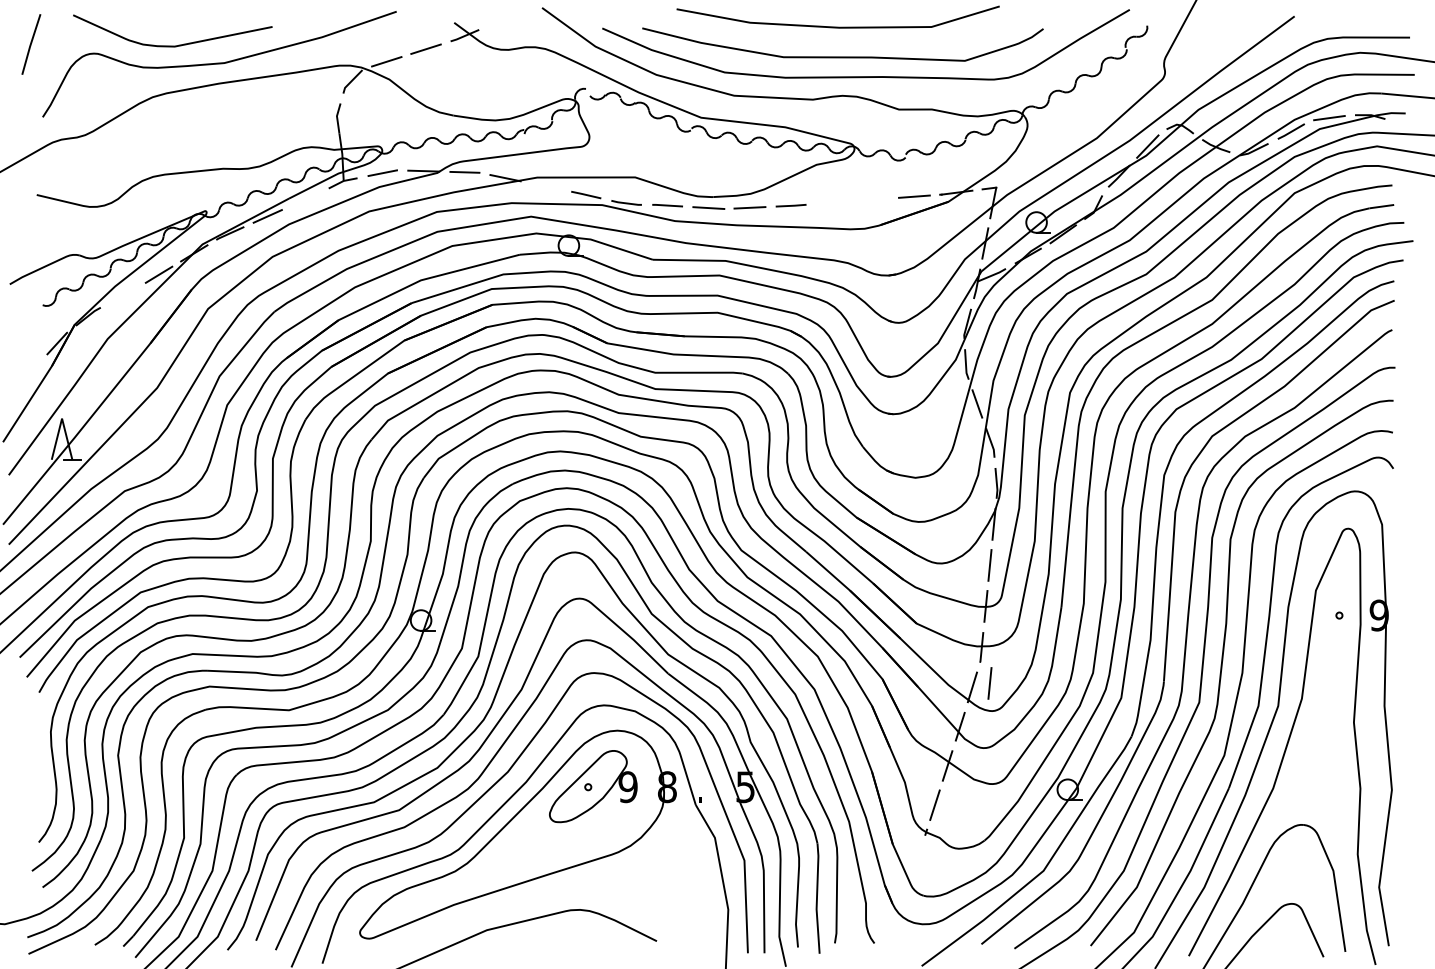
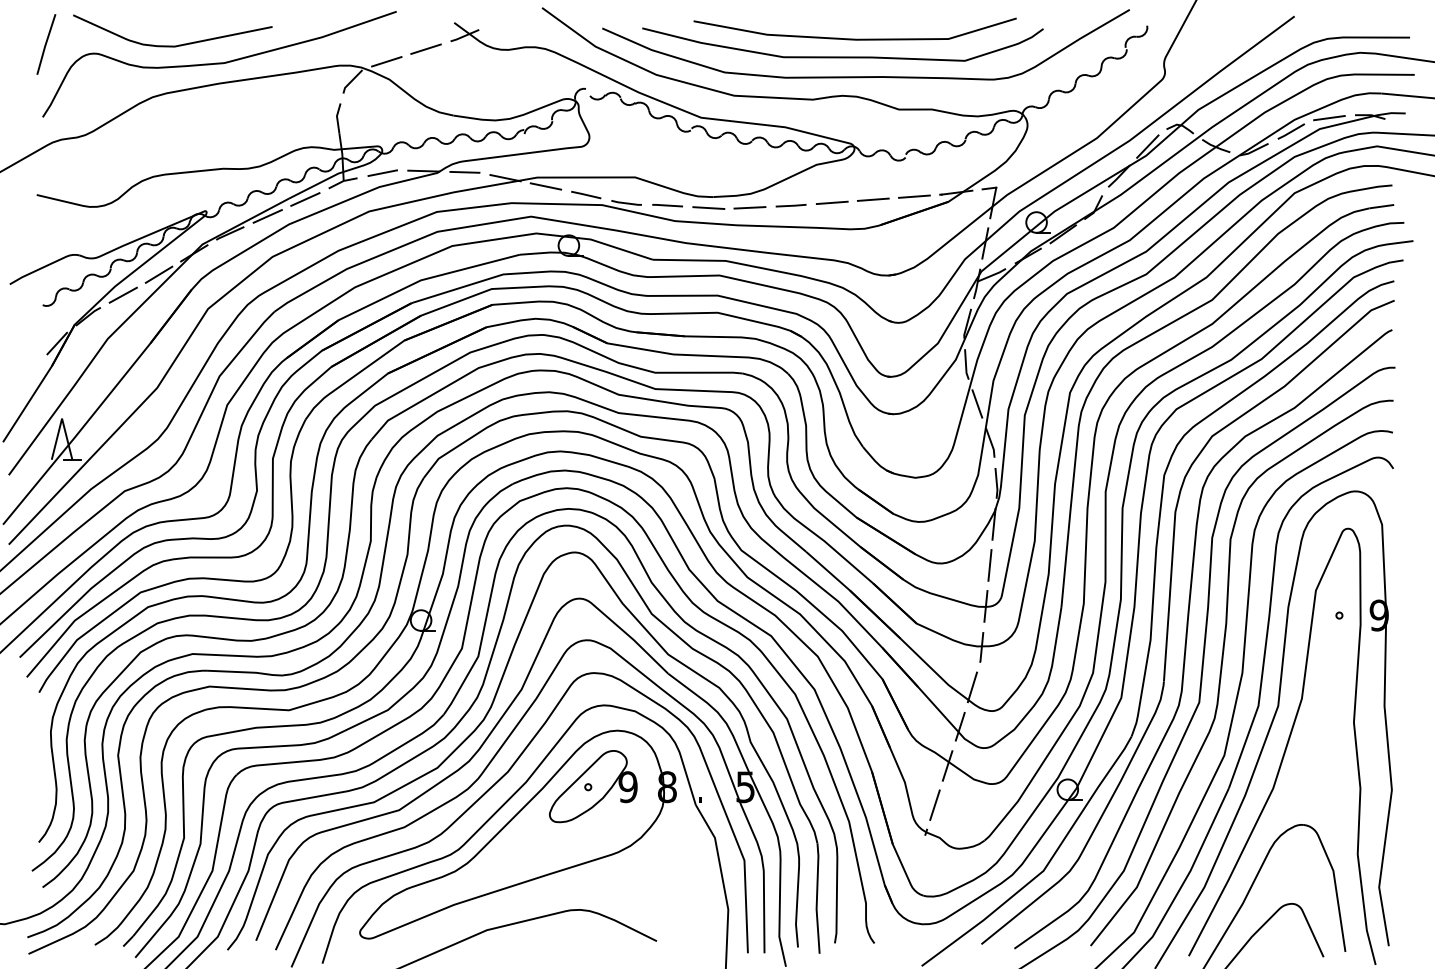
line at (837, 26) position: (837, 26) -> (854, 38)
line at (31, 44) position: (31, 44) -> (46, 44)
line at (545, 186): none -> present
line at (305, 199): none -> present
line at (872, 199): none -> present
line at (831, 202): none -> present
line at (122, 294): none -> present
line at (989, 683): present -> none
